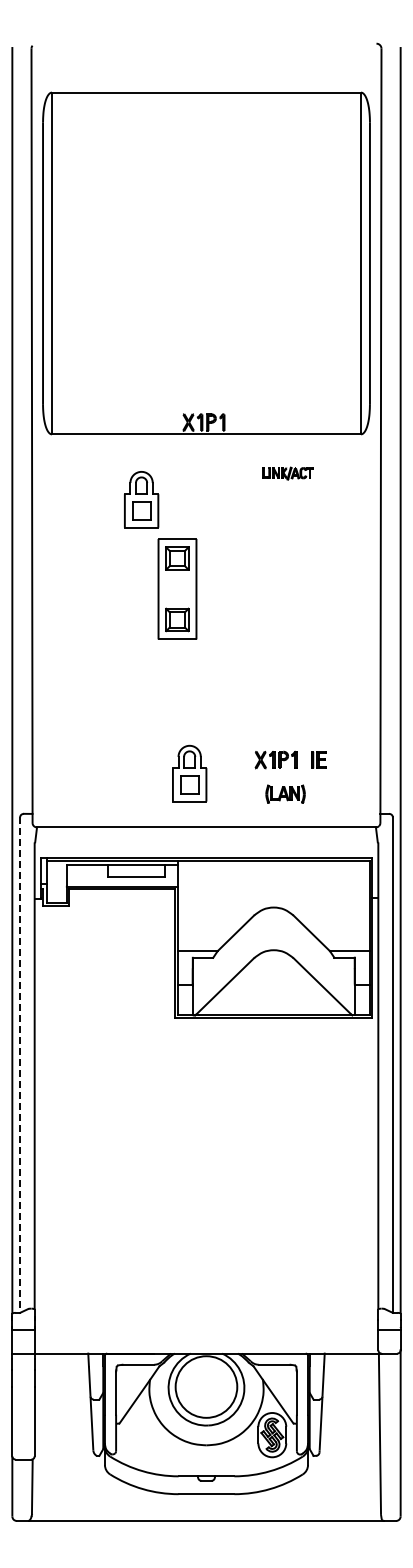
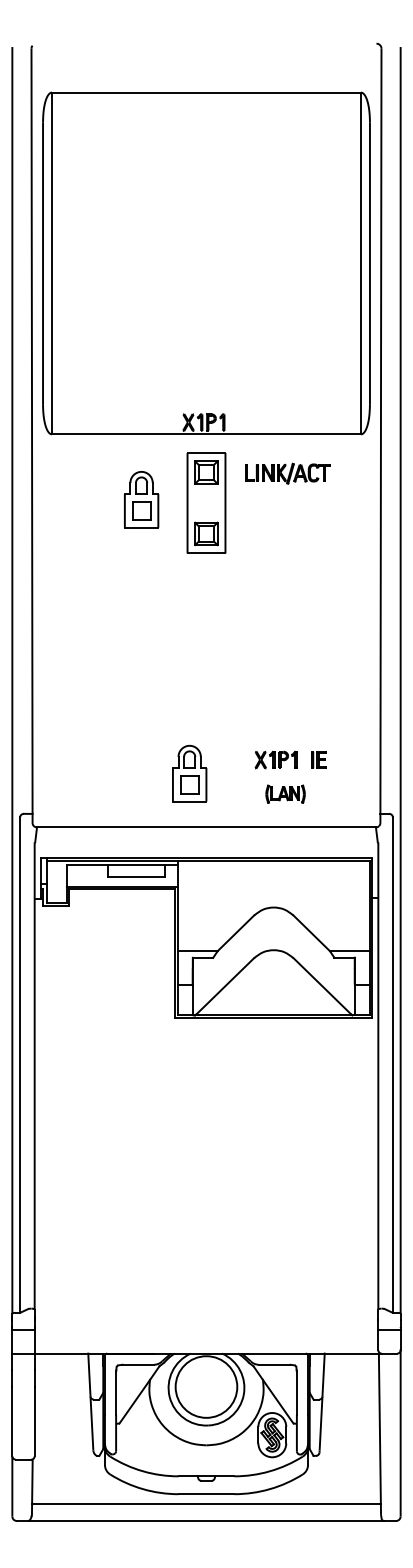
part at (287, 473) size: 52x15 px -> 86x23 px
part at (177, 588) position: (177, 588) -> (206, 502)
line at (20, 1065): dashed -> solid
line at (206, 1504): none -> present
